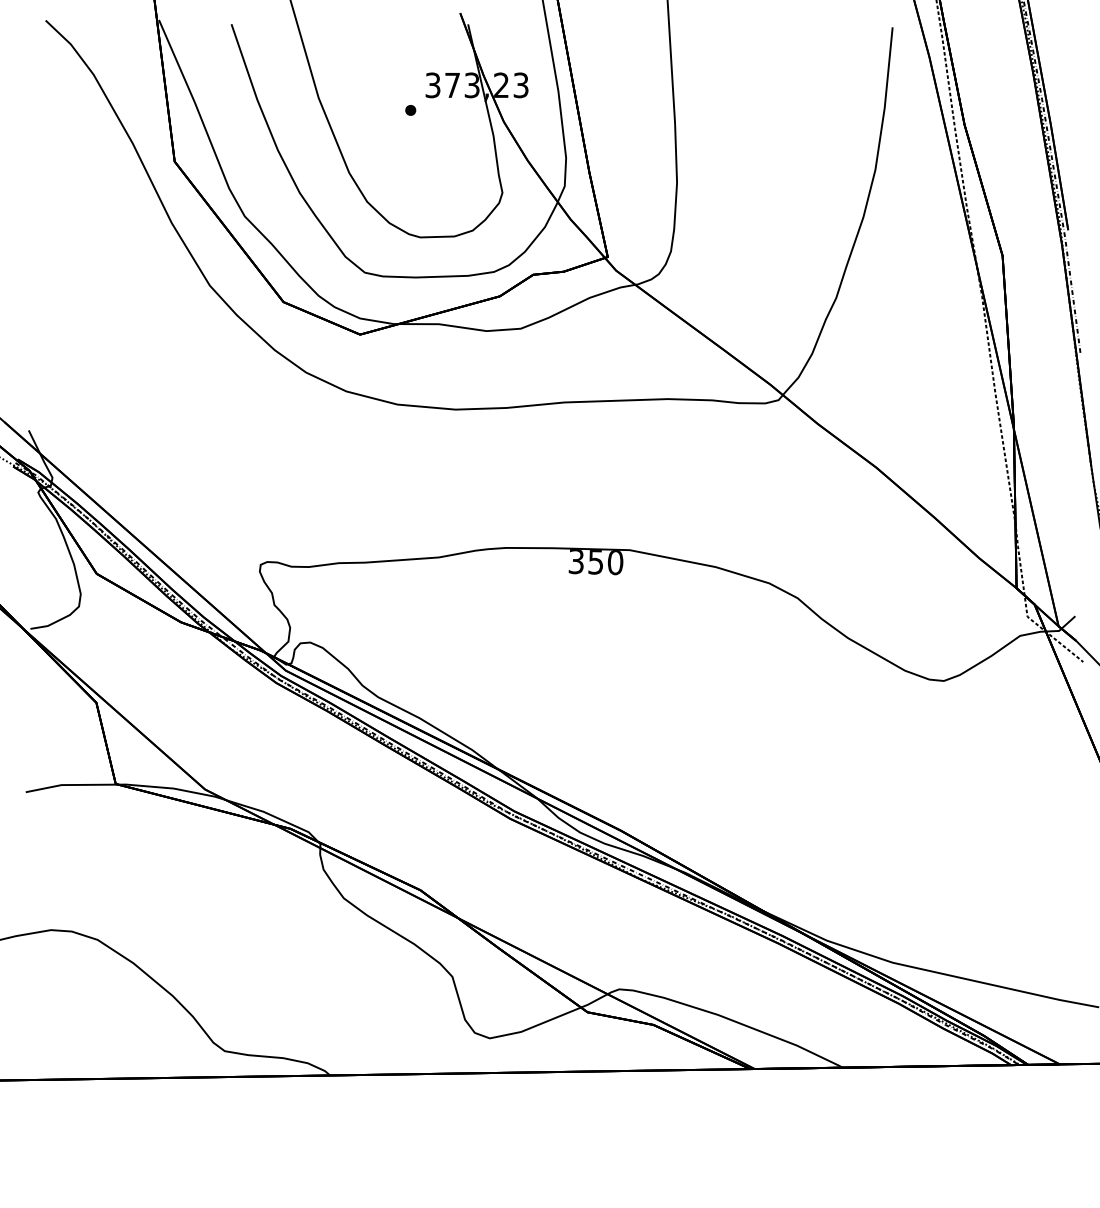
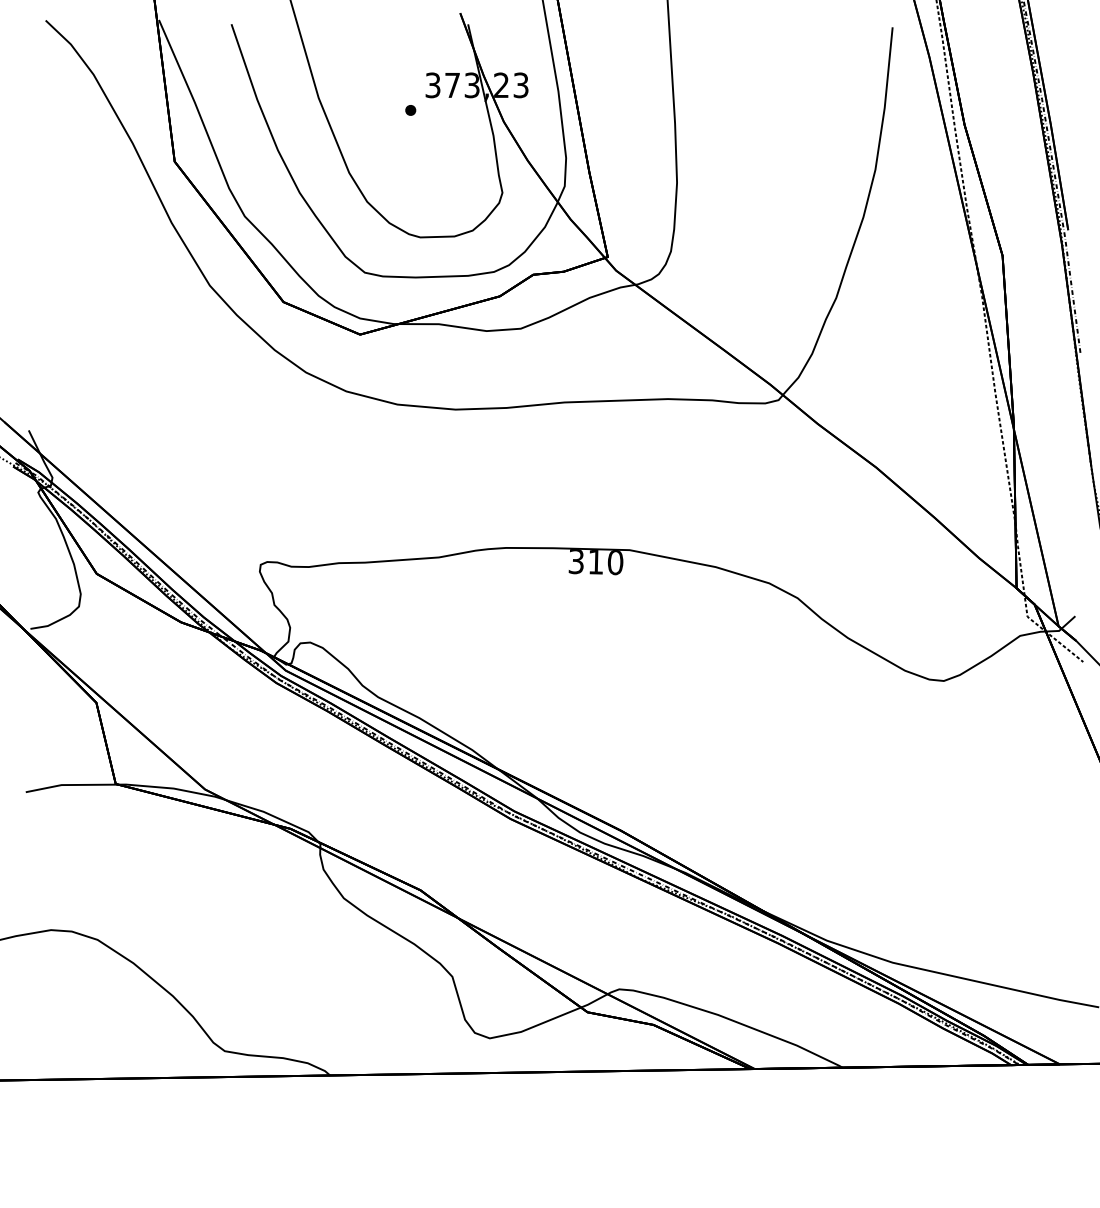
text at (595, 562): 350 -> 310
